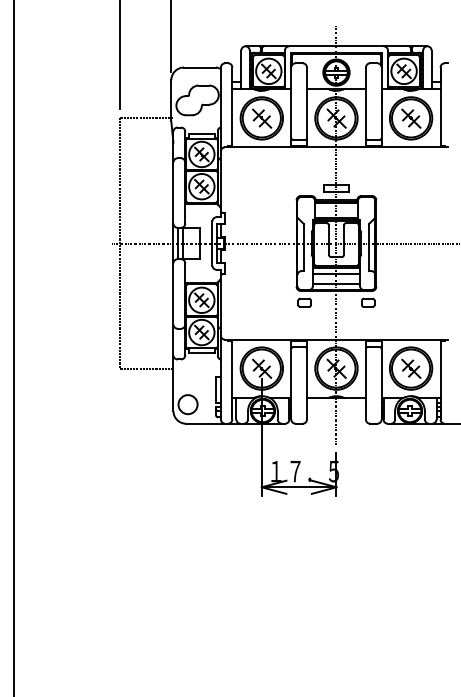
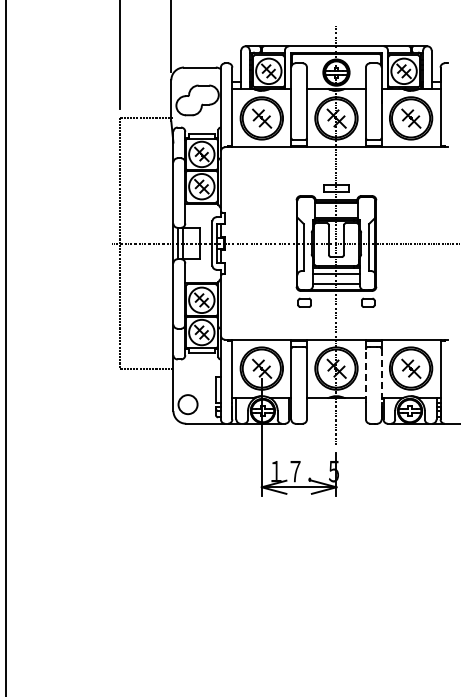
line at (13, 347) position: (13, 347) -> (5, 347)
line at (365, 375): solid -> dashed
line at (381, 375): solid -> dashed
